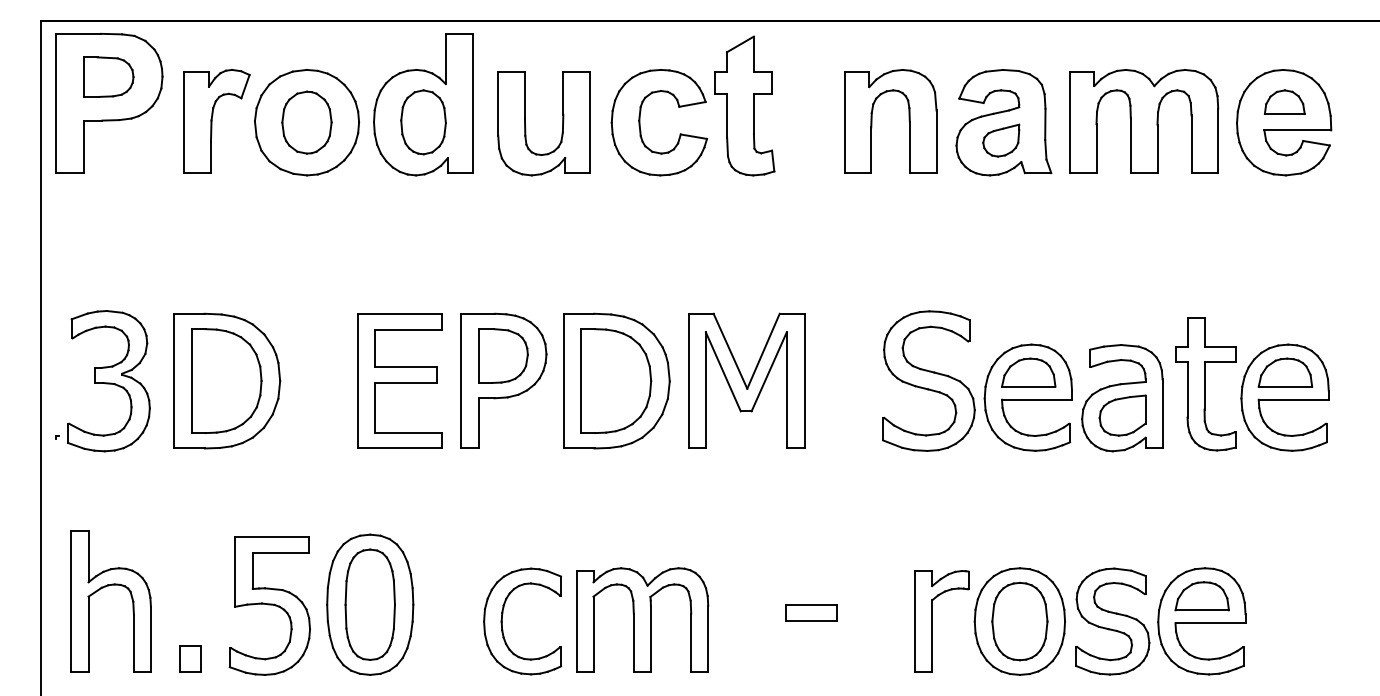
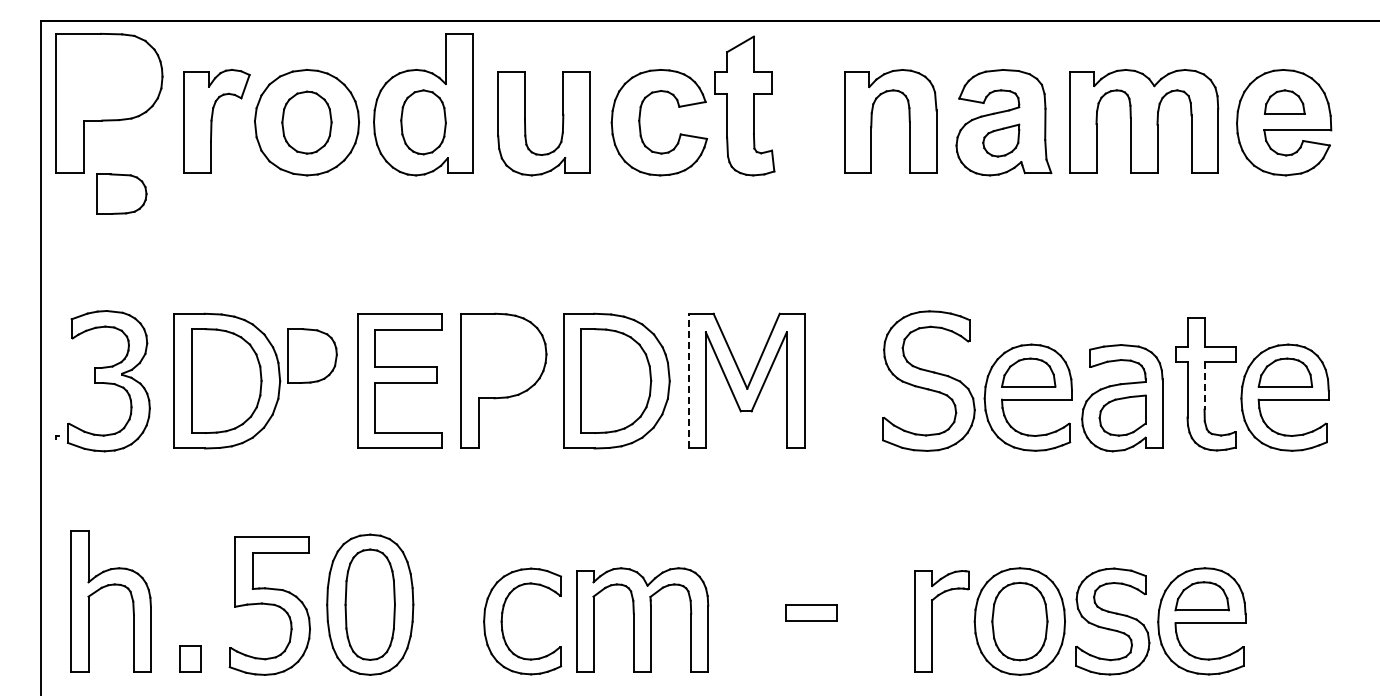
part at (108, 76) position: (108, 76) -> (121, 193)
part at (503, 355) position: (503, 355) -> (312, 355)
line at (689, 380): solid -> dashed
line at (1204, 386): solid -> dashed
